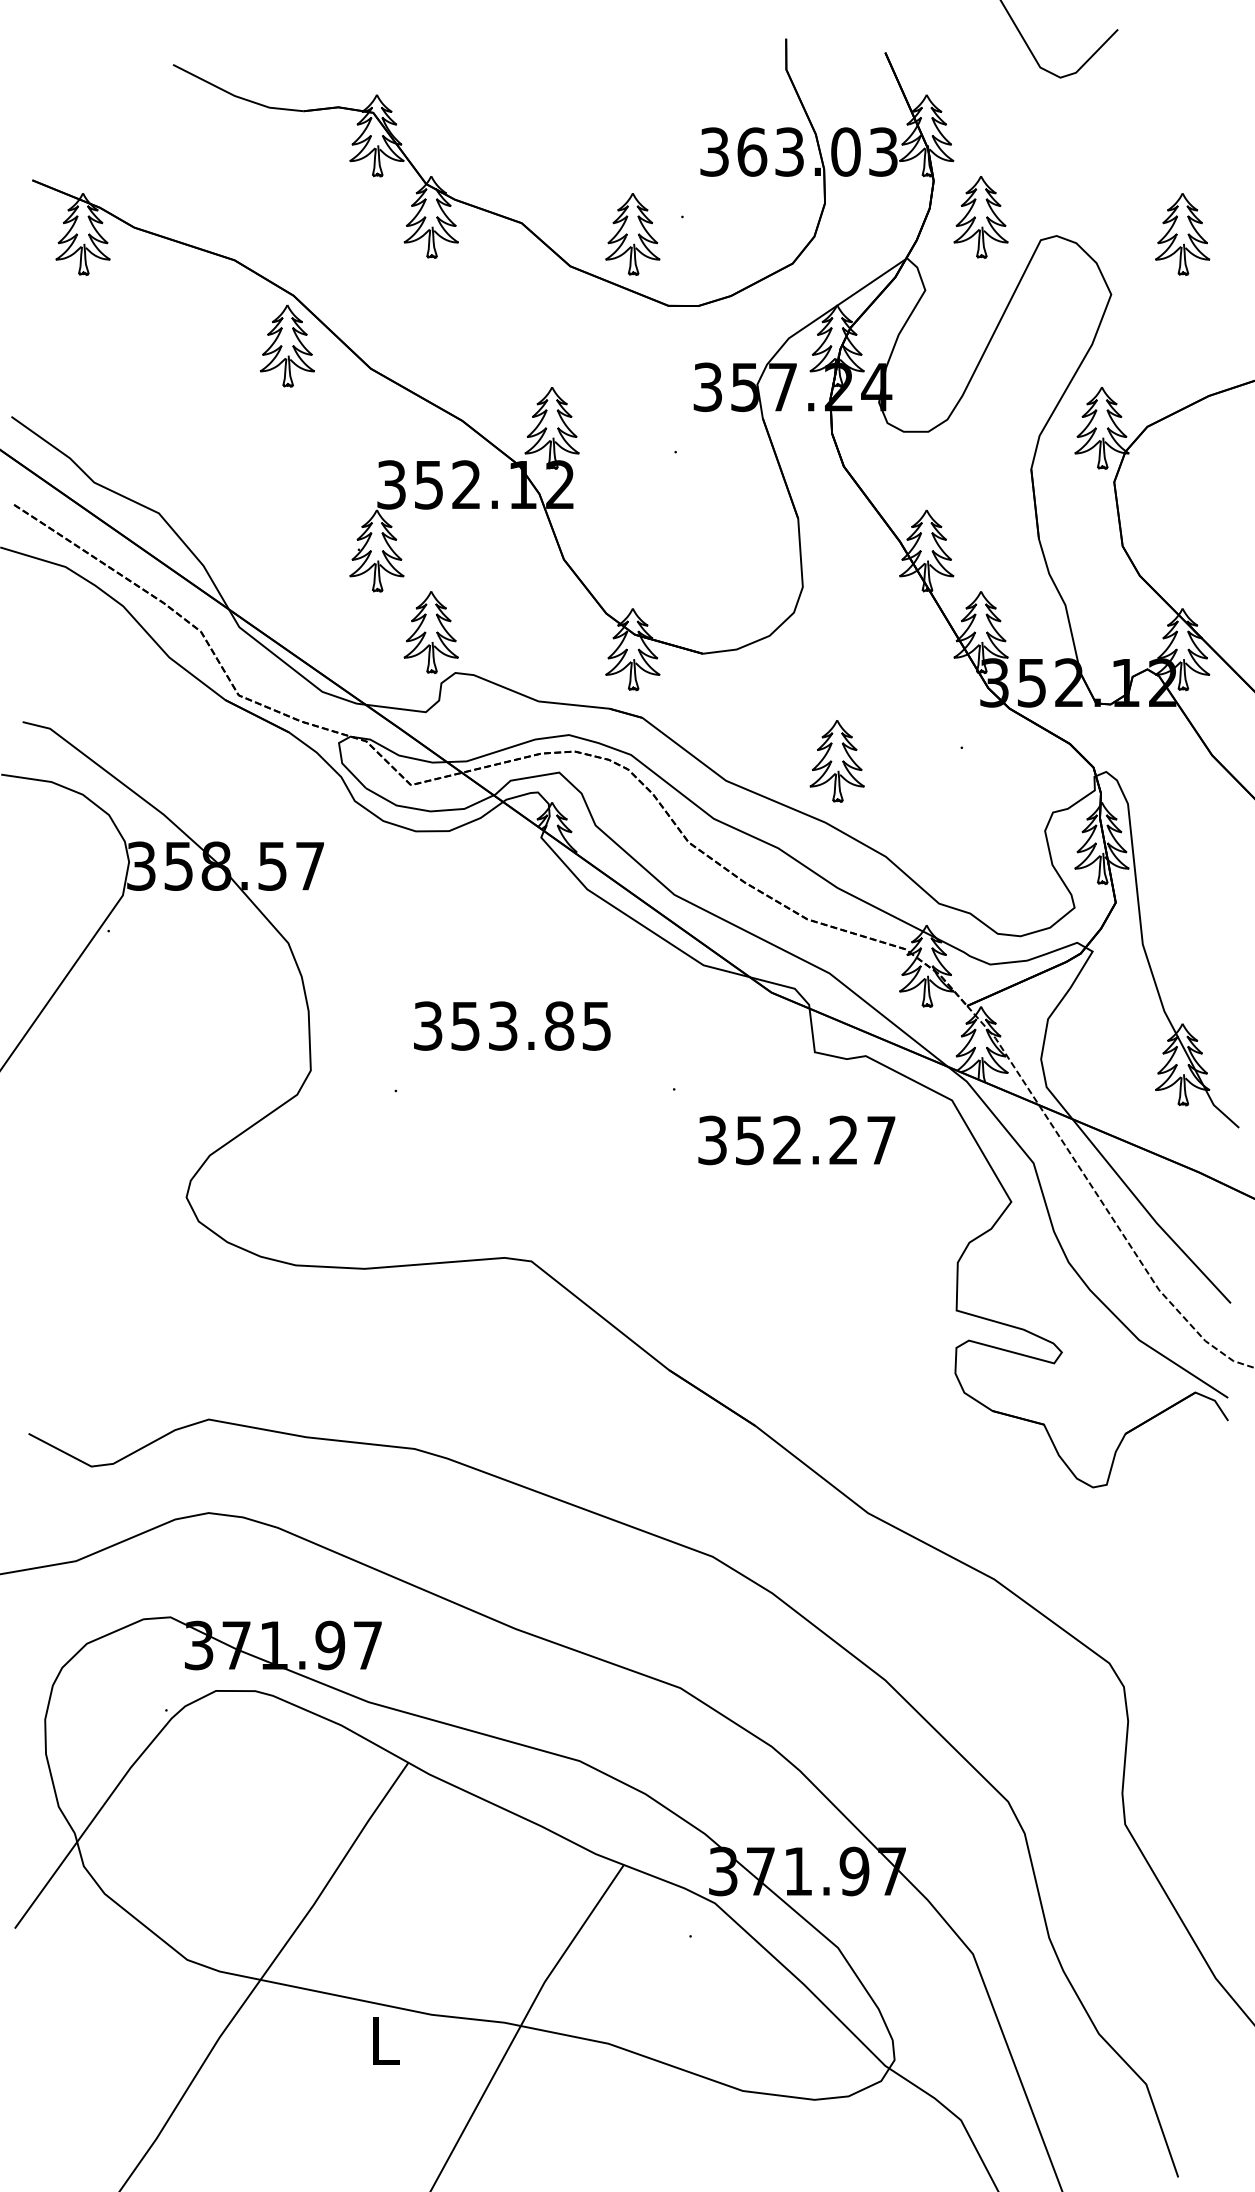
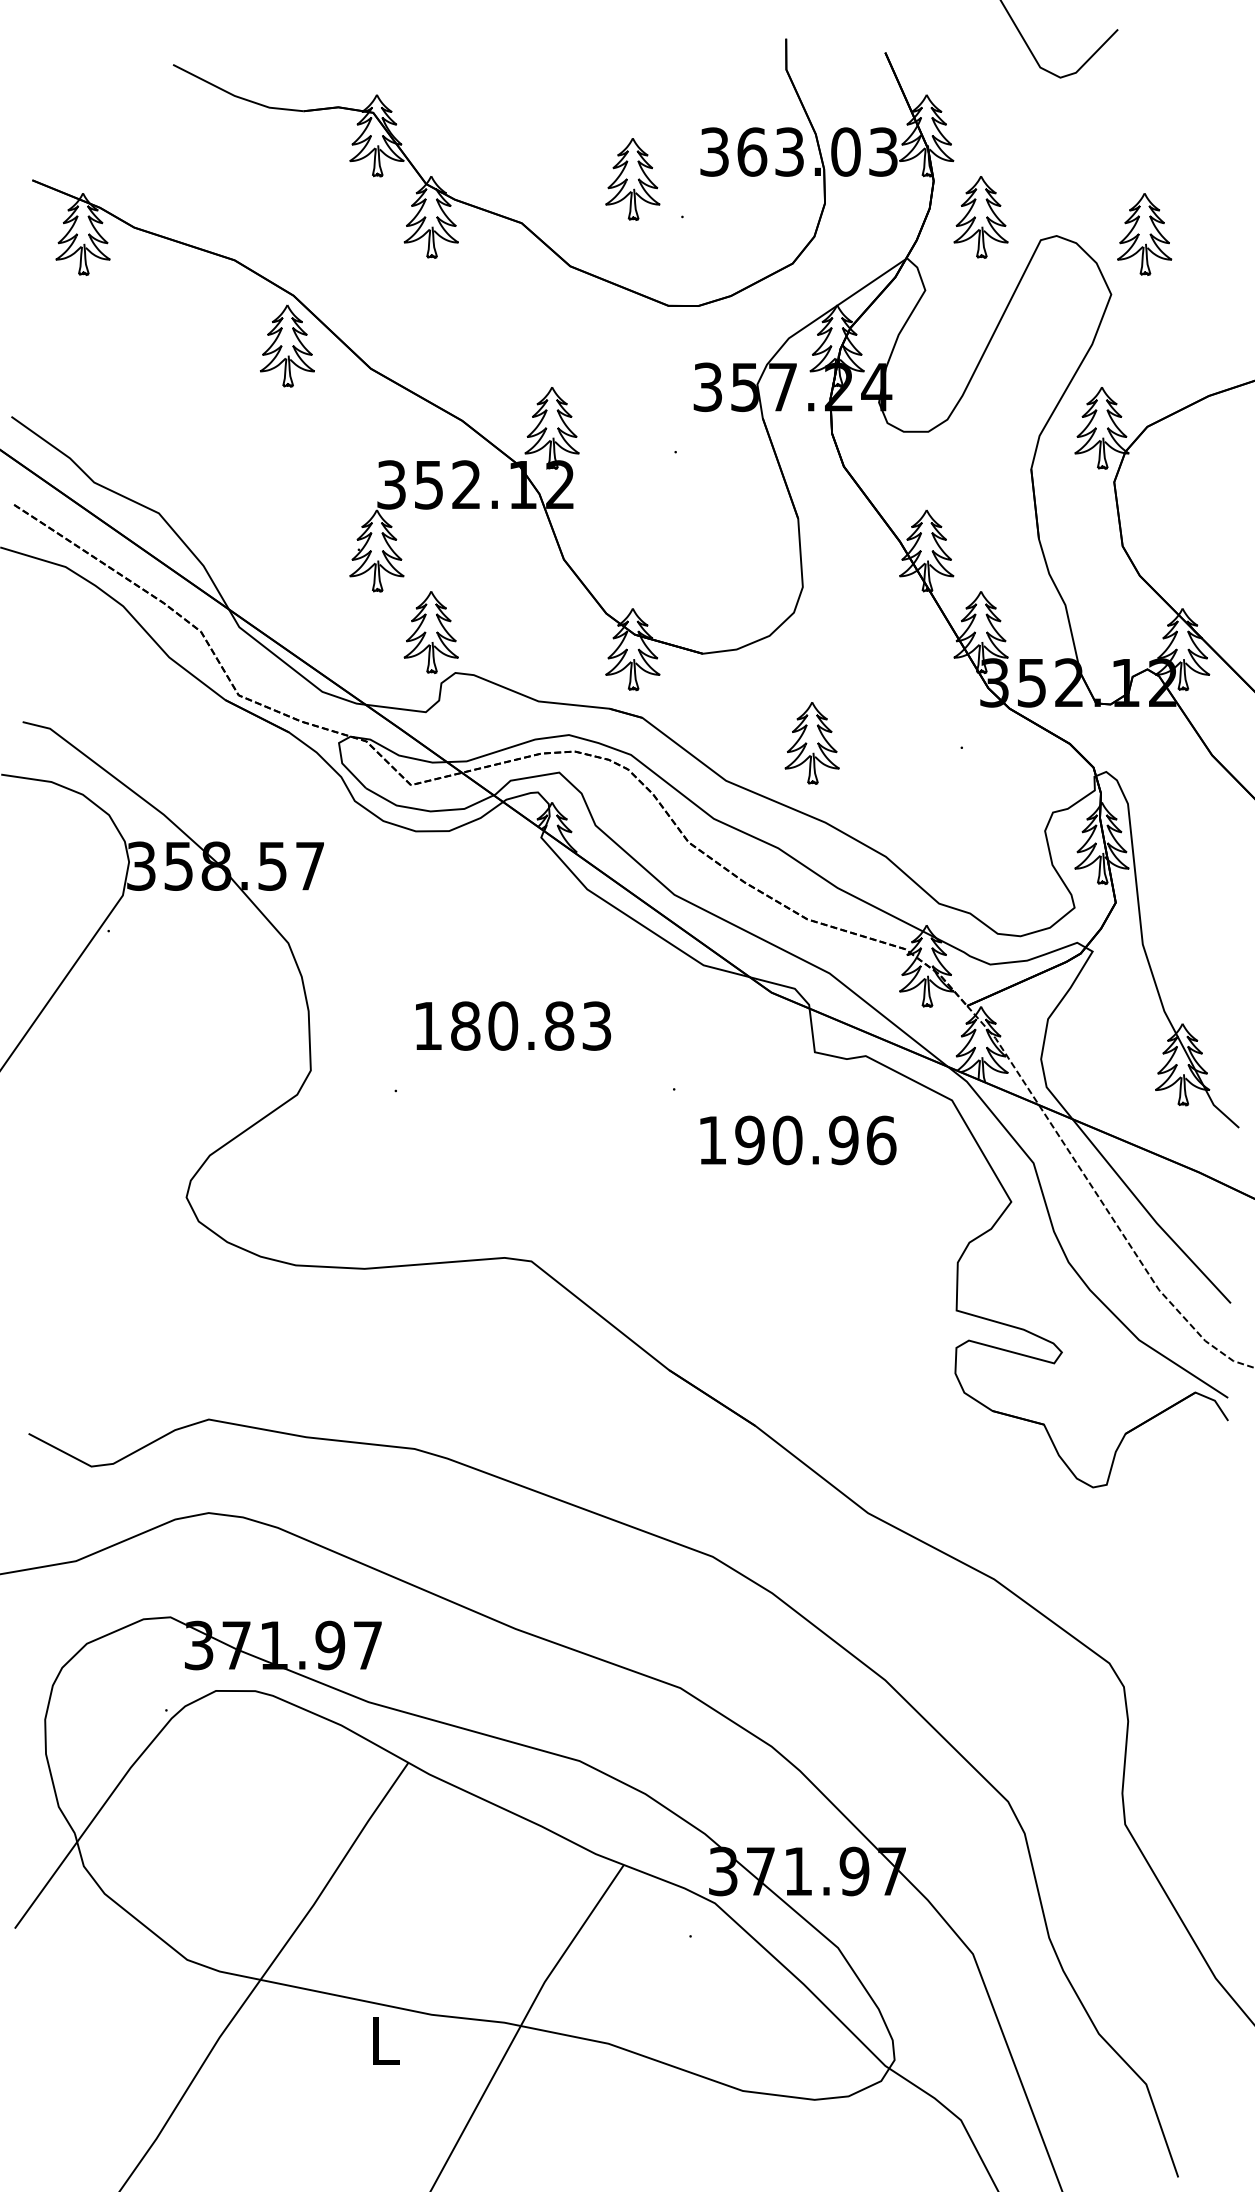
part at (632, 234) position: (632, 234) -> (632, 179)
part at (1182, 234) position: (1182, 234) -> (1144, 234)
part at (836, 761) position: (836, 761) -> (811, 743)
text at (512, 1025): 353.85 -> 180.83
text at (797, 1140): 352.27 -> 190.96
